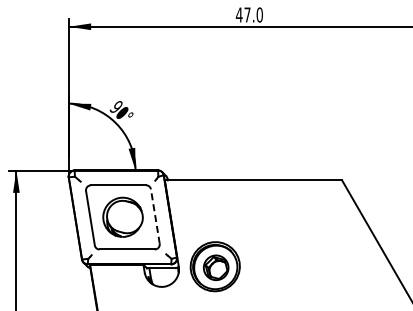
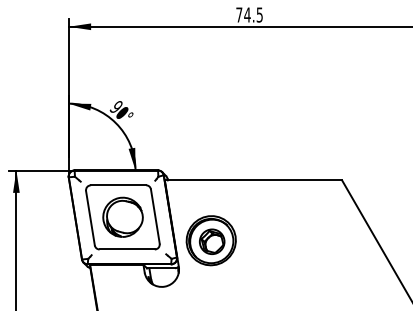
text at (248, 14): 47.0 -> 74.5
line at (155, 216): dashed -> solid
part at (214, 266) position: (214, 266) -> (210, 240)
